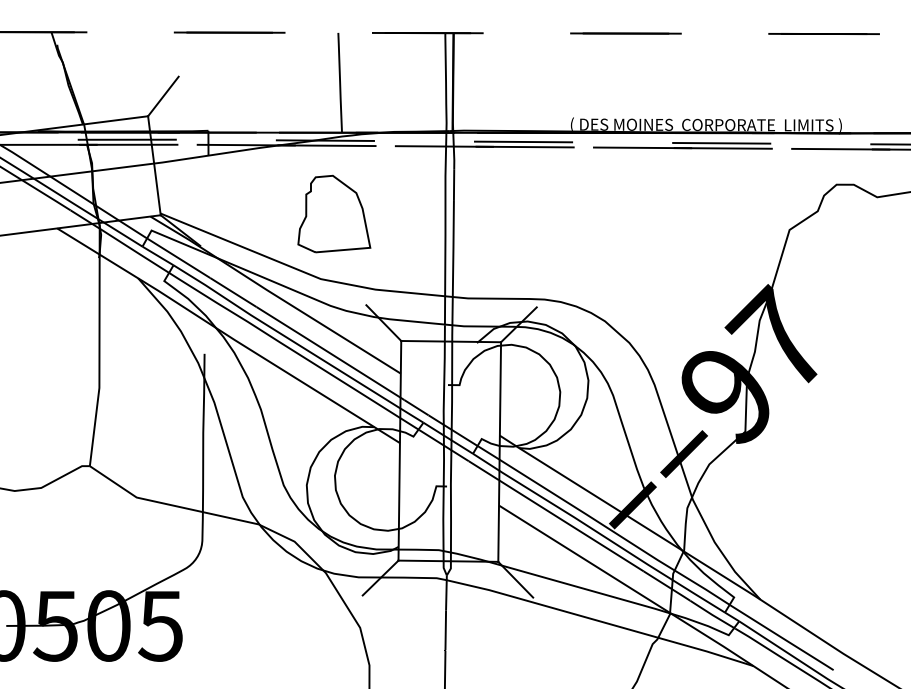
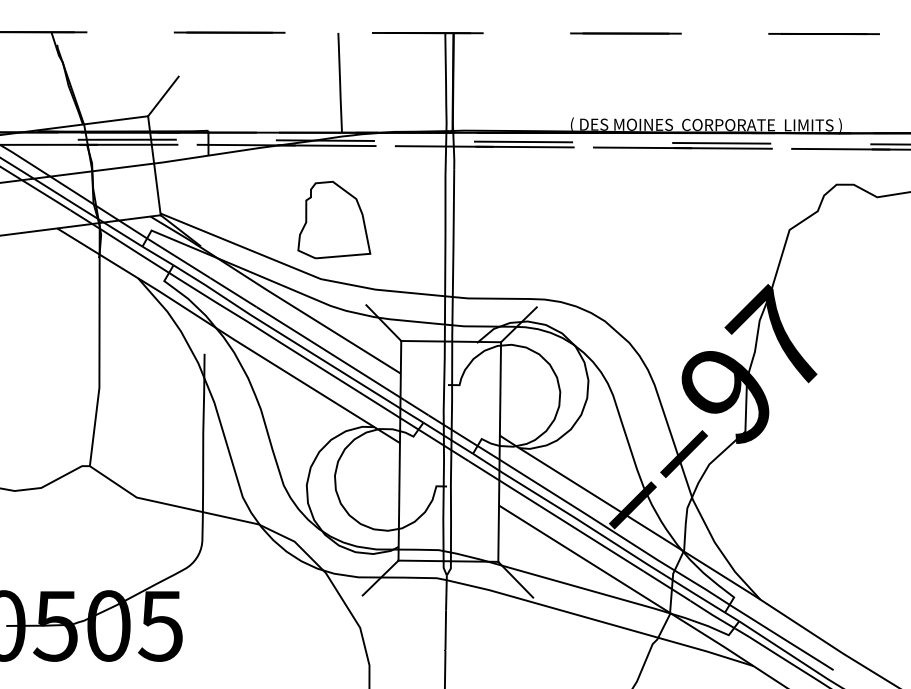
part at (334, 213) position: (334, 213) -> (334, 219)
